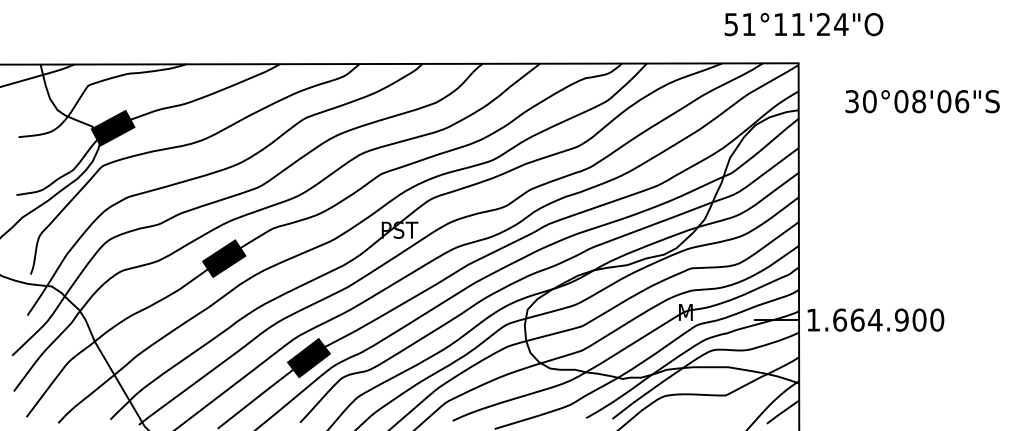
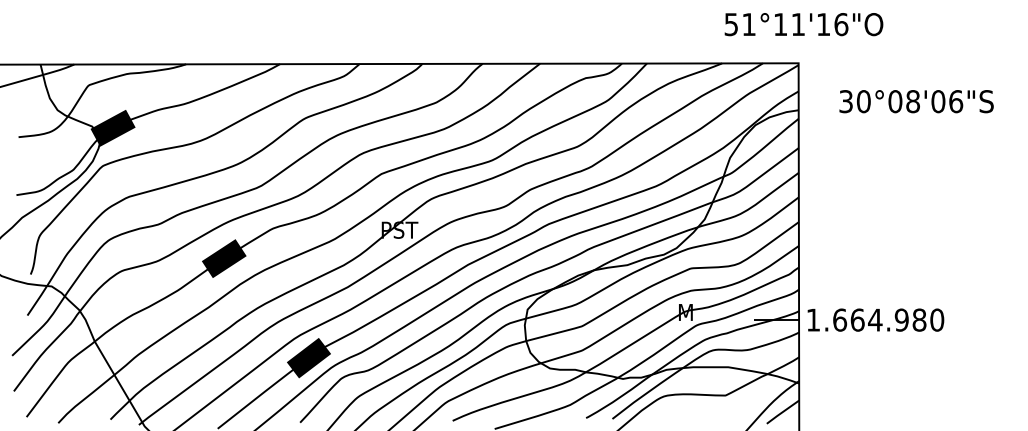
text at (832, 24): 51°11'24"O -> 51°11'16"O
text at (922, 101) position: (922, 101) -> (916, 101)
text at (919, 319): 1.664.900 -> 1.664.980
